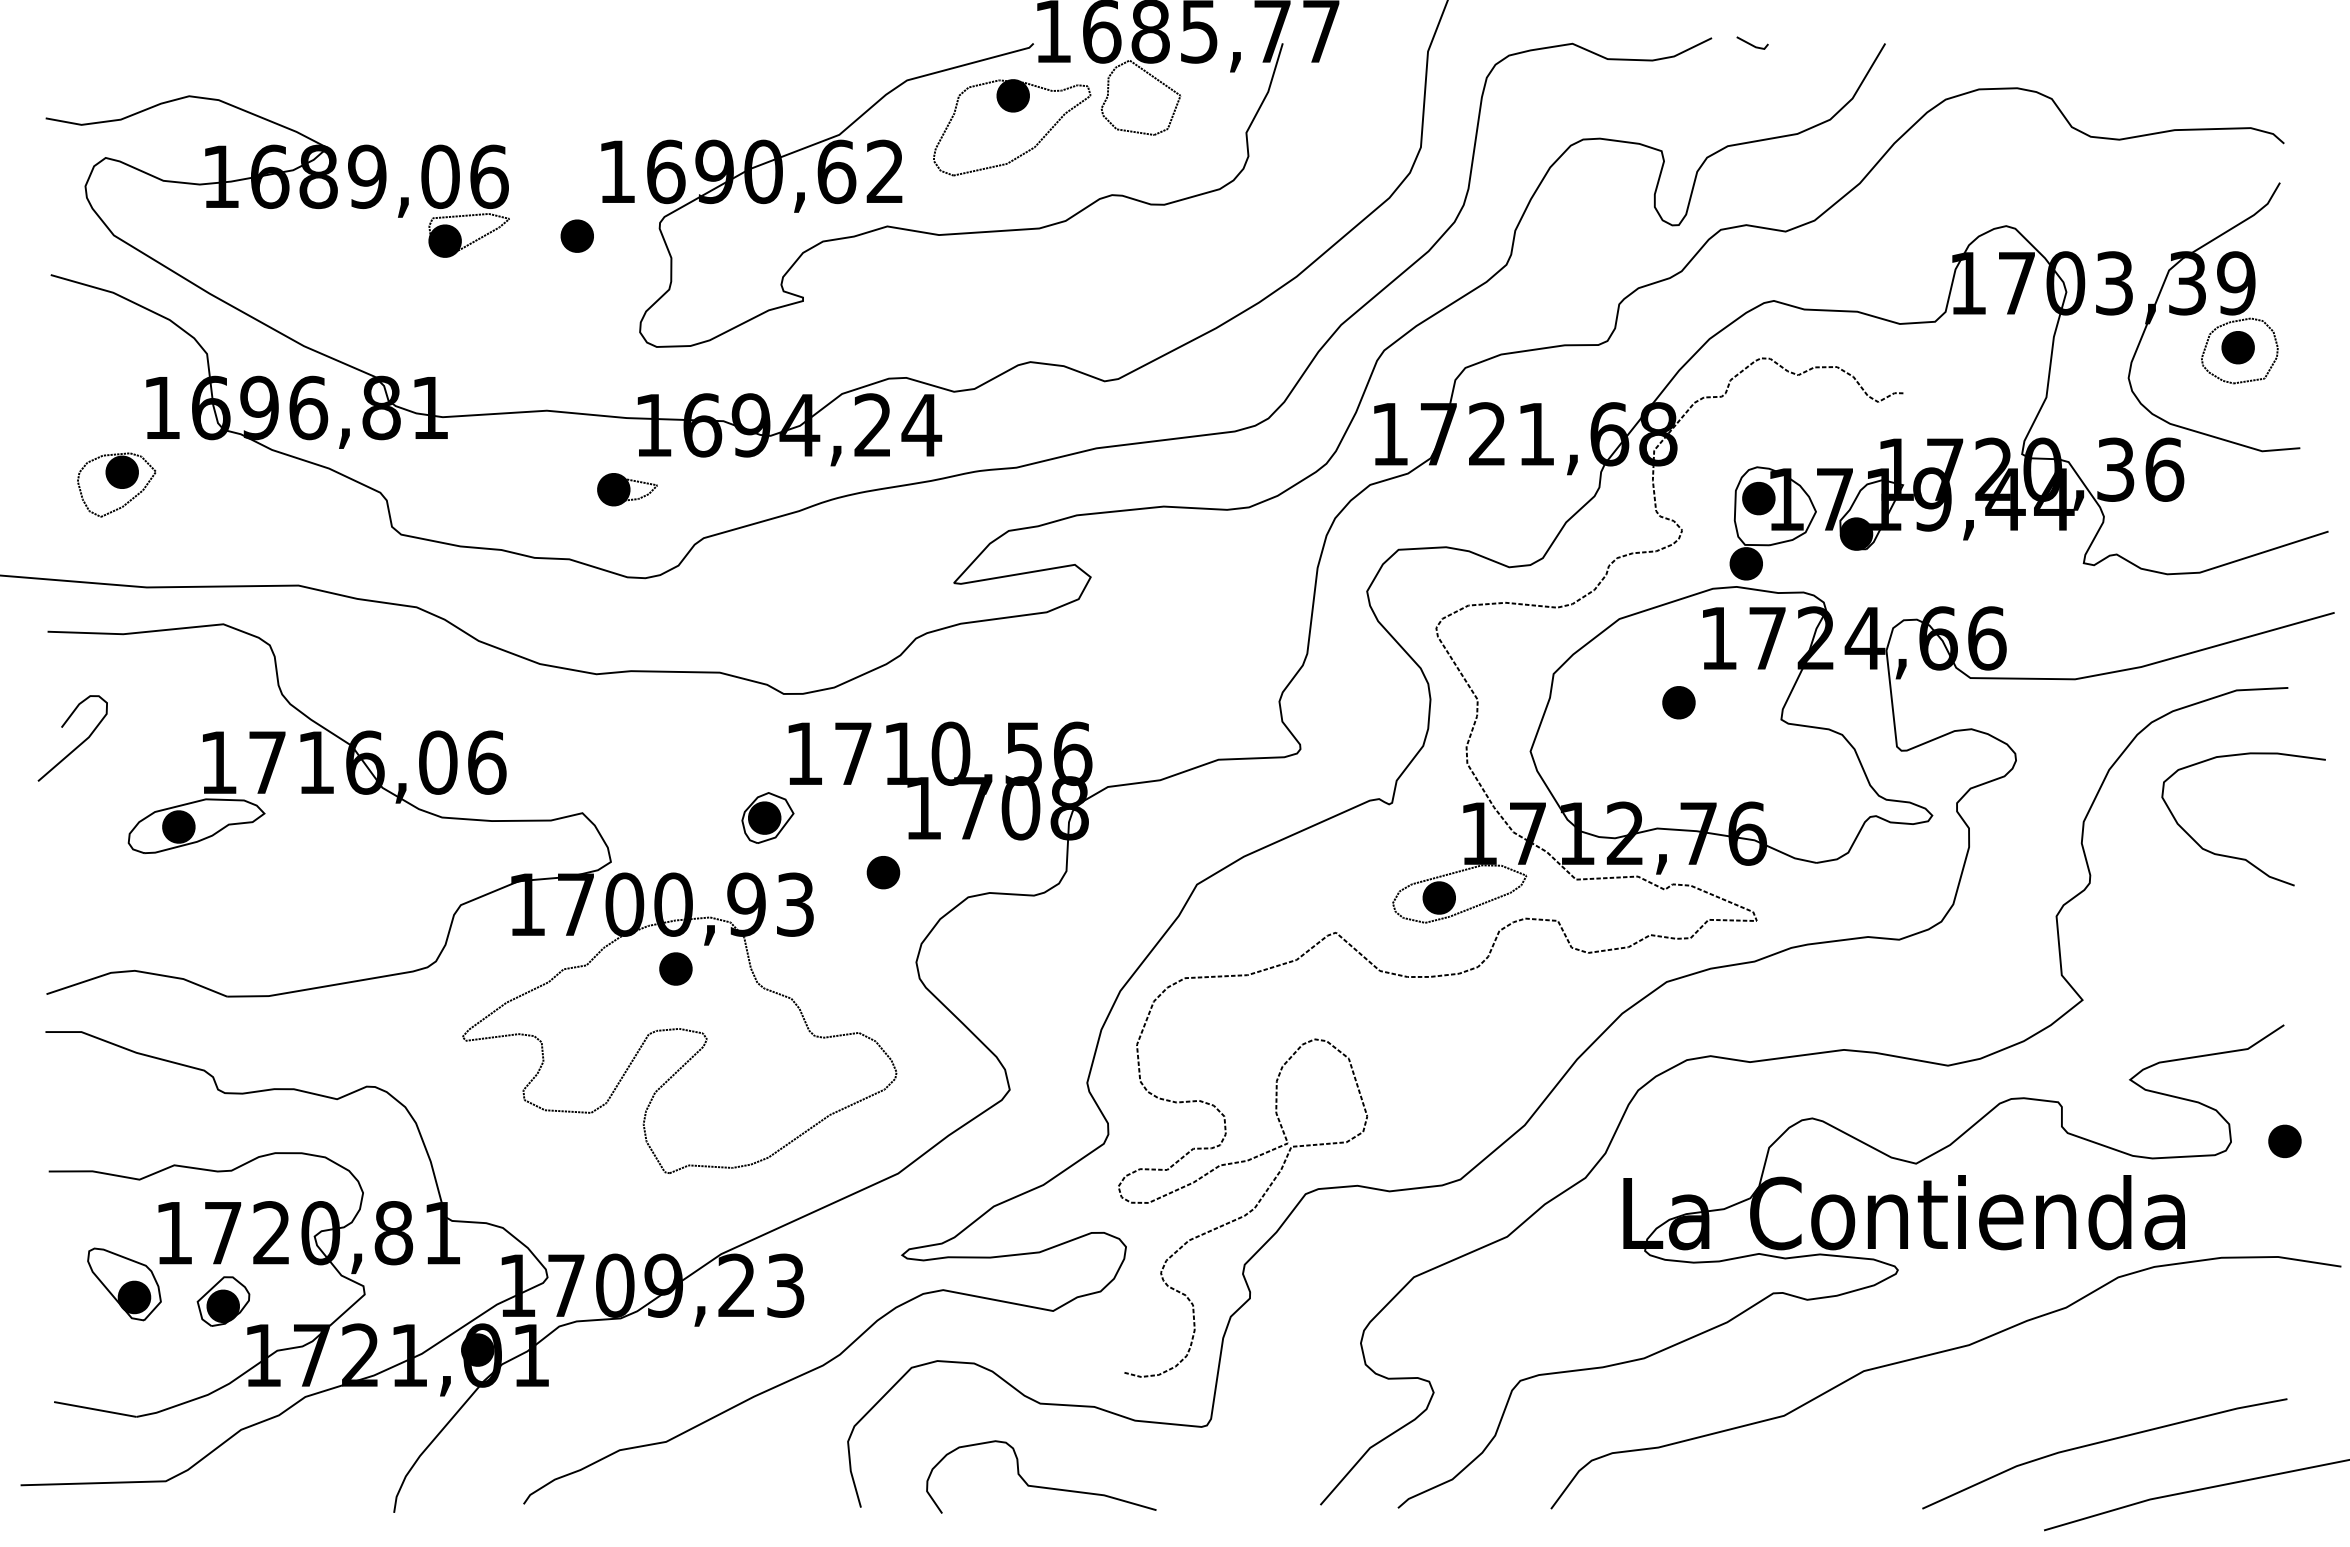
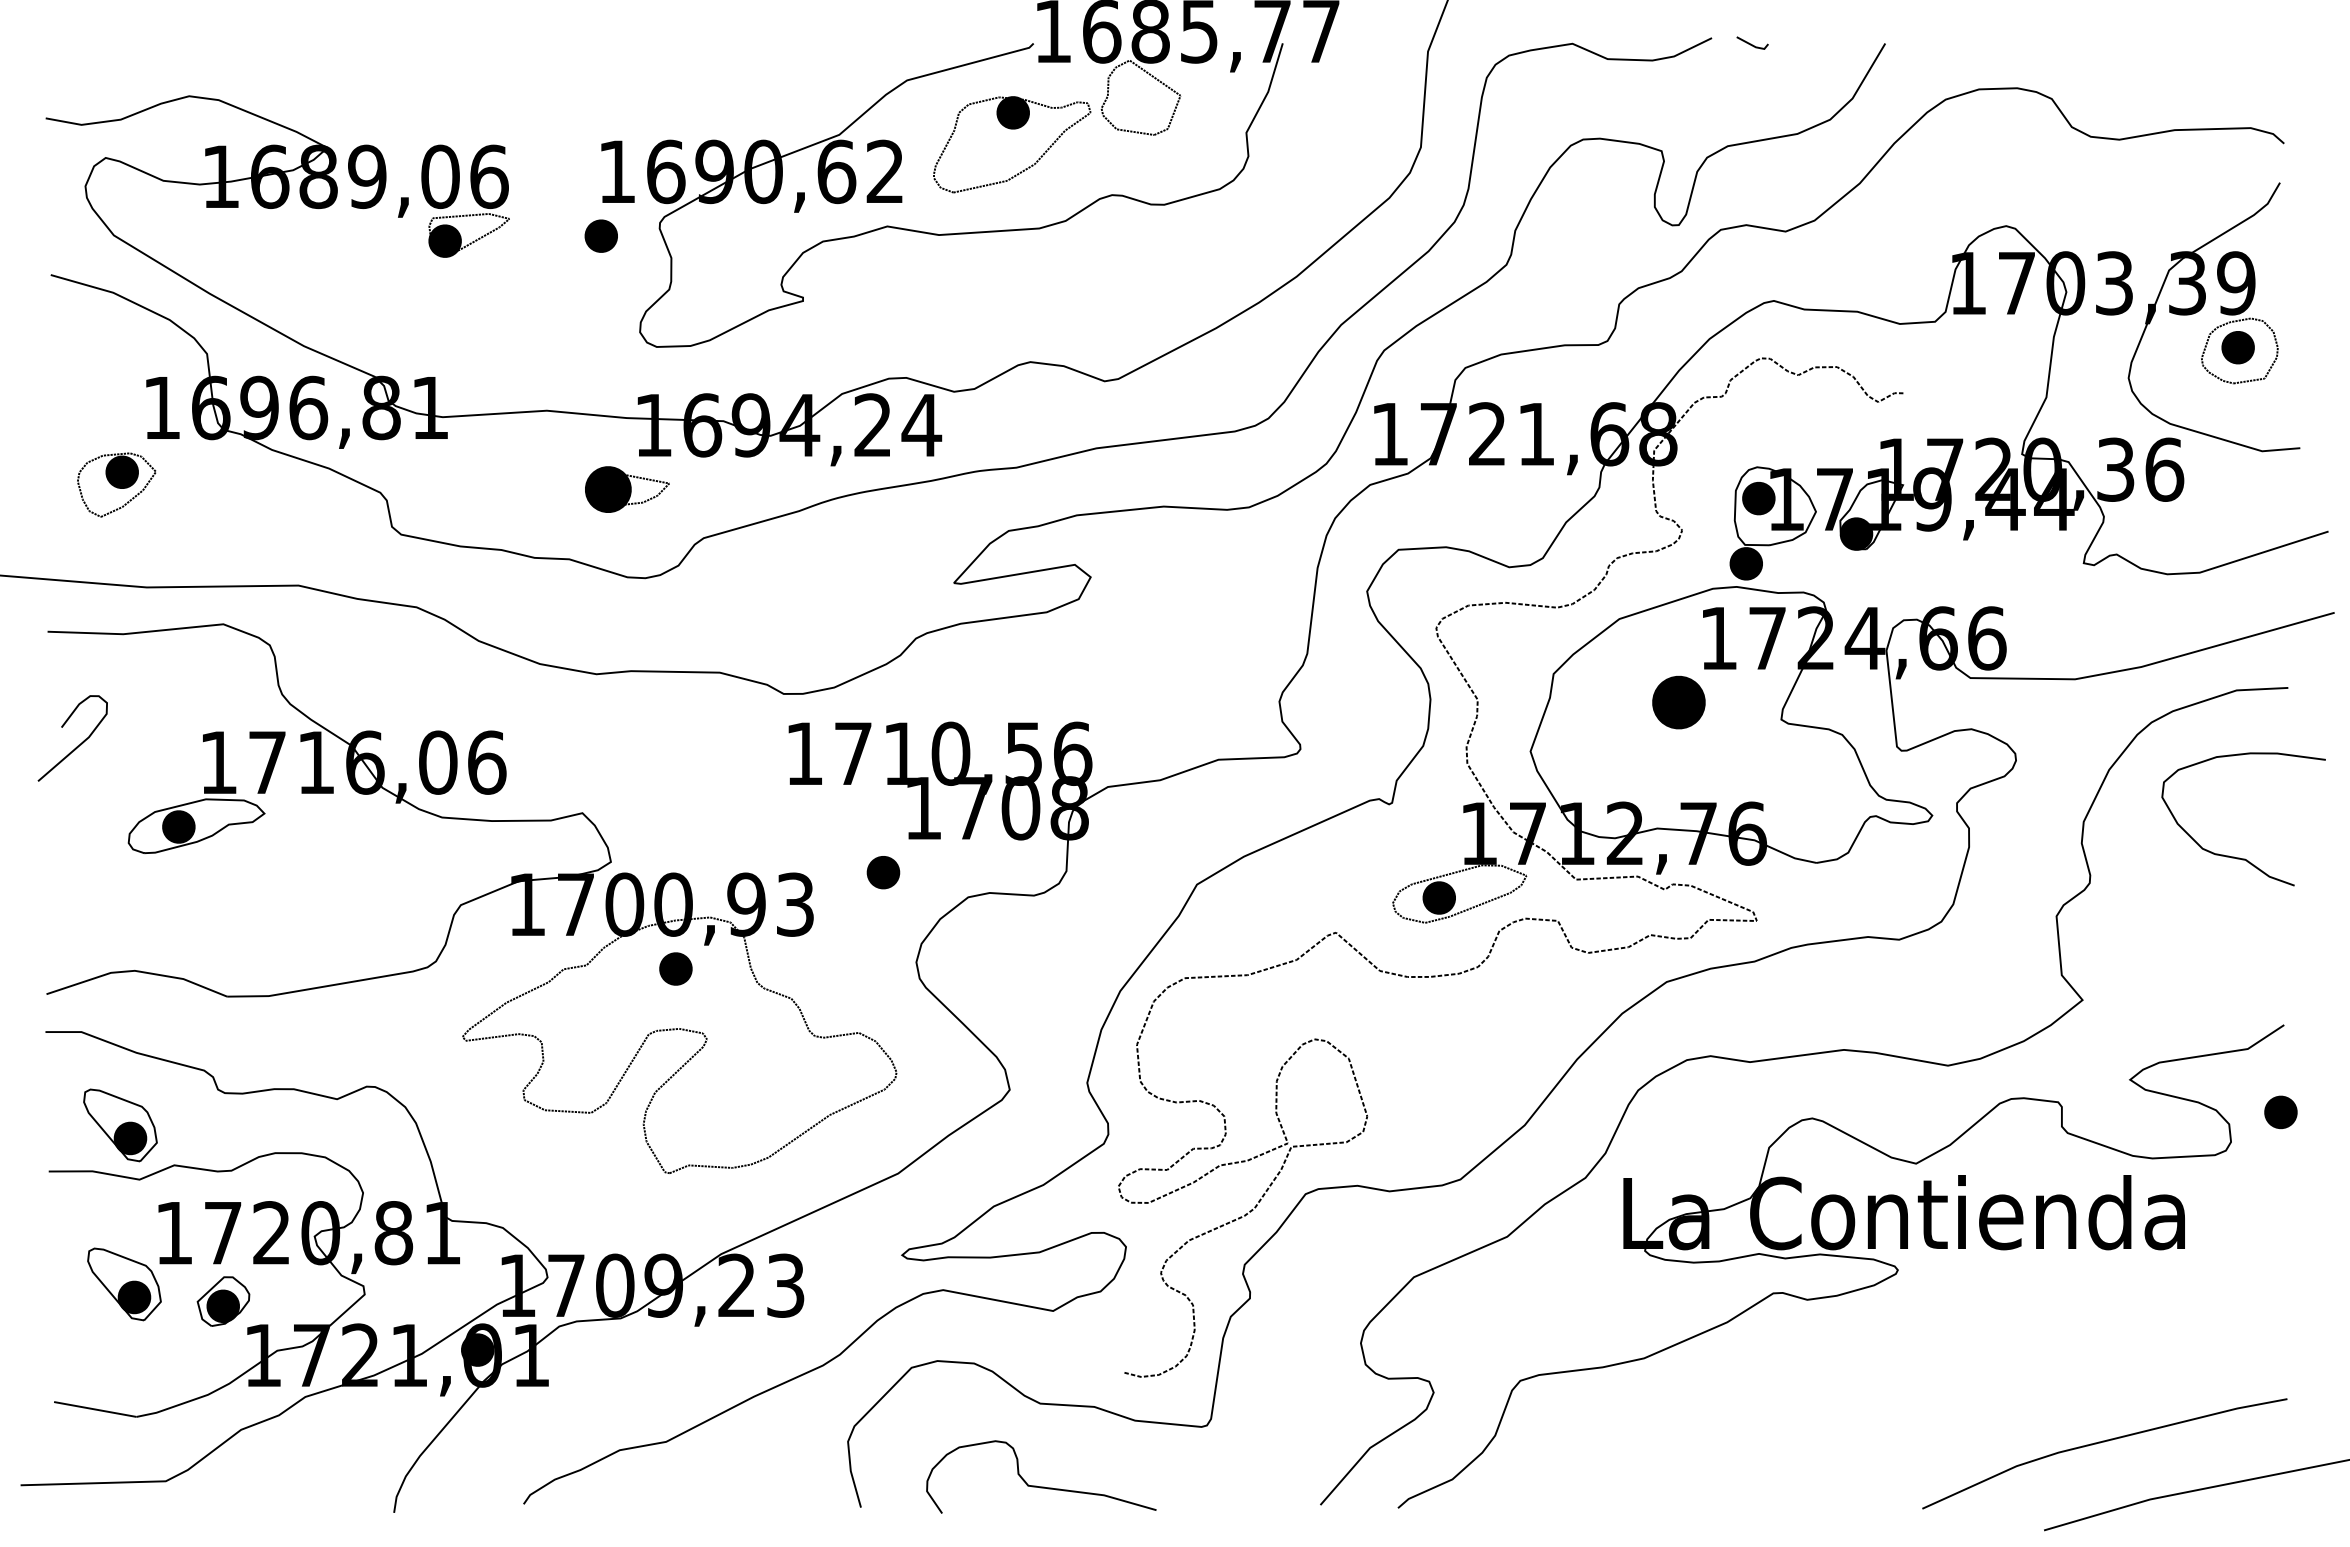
part at (1012, 112) position: (1012, 112) -> (1012, 129)
part at (576, 235) position: (576, 235) -> (600, 235)
part at (627, 489) size: 61x34 px -> 85x47 px
part at (1678, 702) size: 34x34 px -> 54x55 px
part at (767, 817): present -> none
part at (120, 1125): none -> present
part at (2284, 1141) position: (2284, 1141) -> (2280, 1112)
curve at (1936, 1354): present -> none
